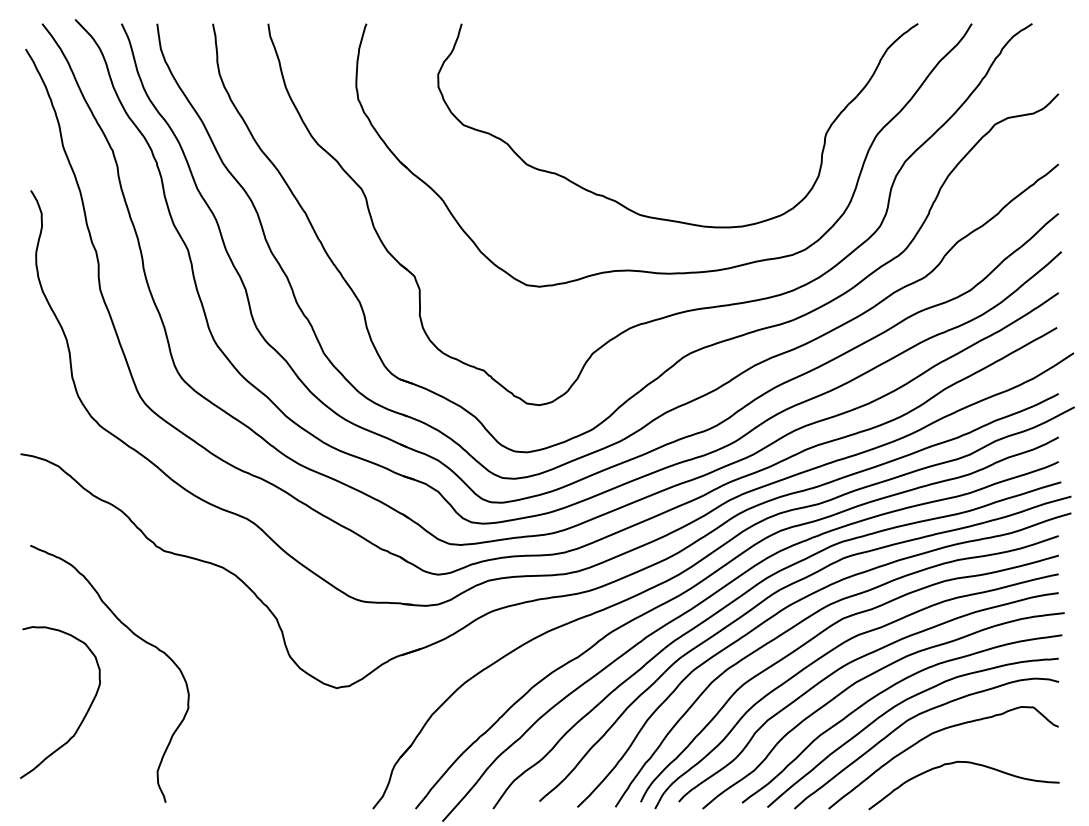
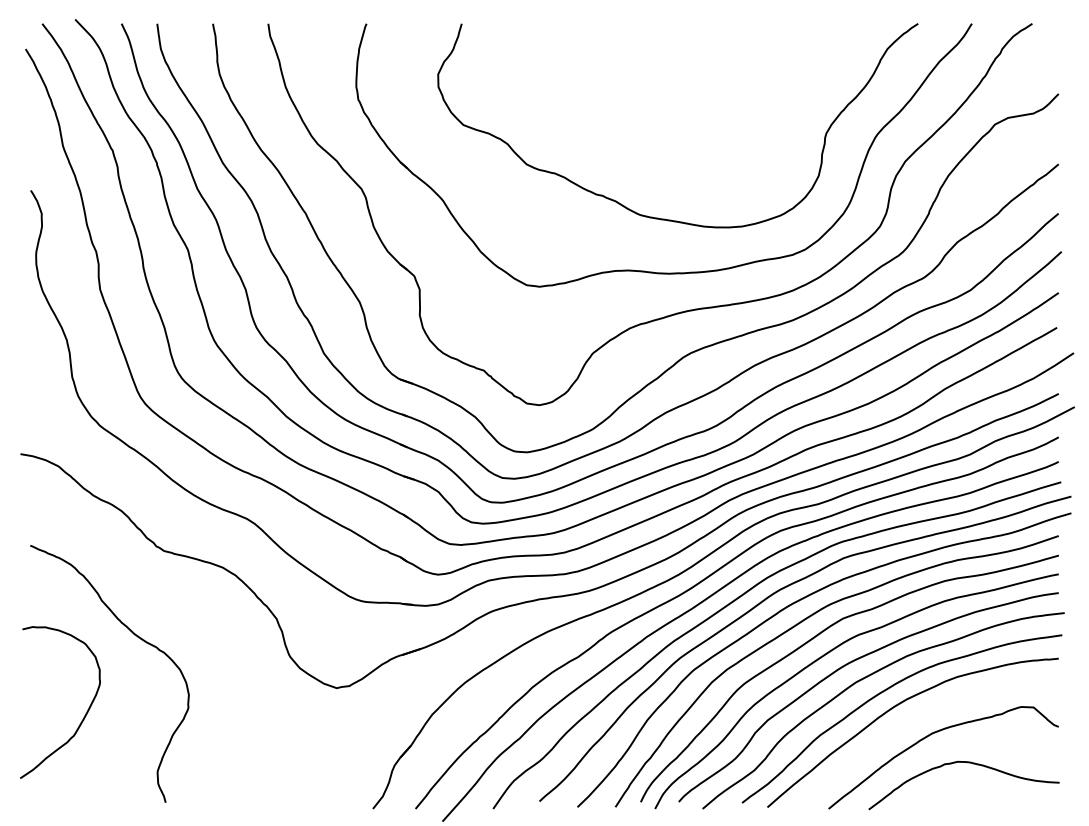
curve at (913, 718): present -> none
